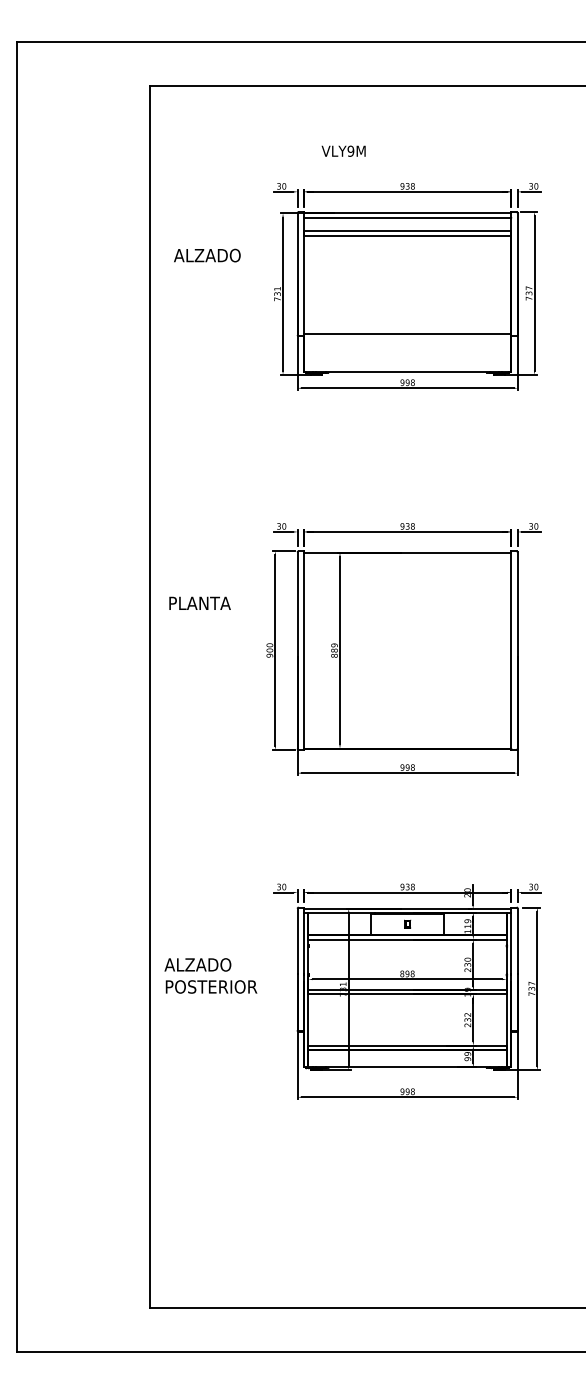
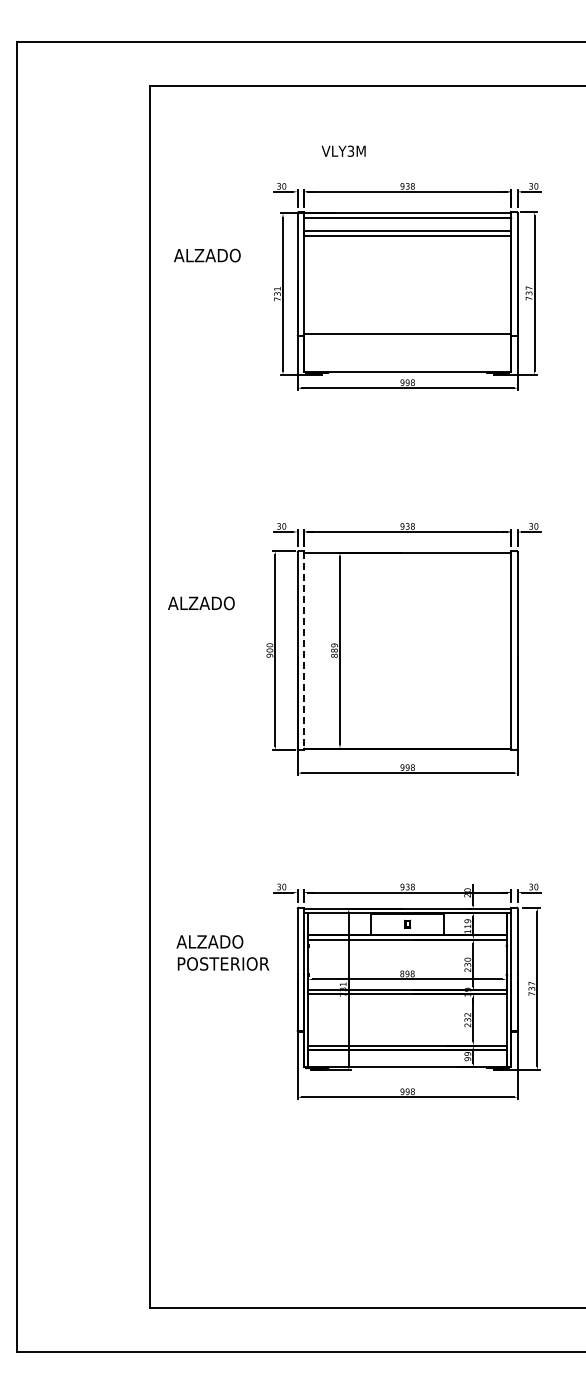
text at (350, 150): VLY9M -> VLY3M
text at (201, 603): PLANTA -> ALZADO
line at (304, 651): solid -> dashed
text at (210, 975) position: (210, 975) -> (222, 952)
